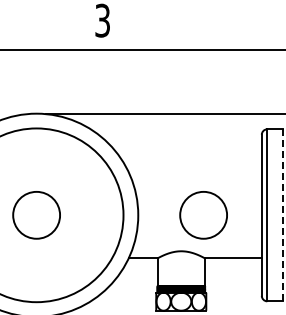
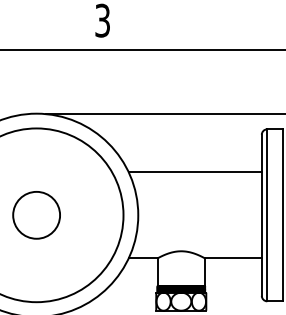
line at (194, 172): none -> present
circle at (203, 215): present -> none
line at (282, 215): dashed -> solid
